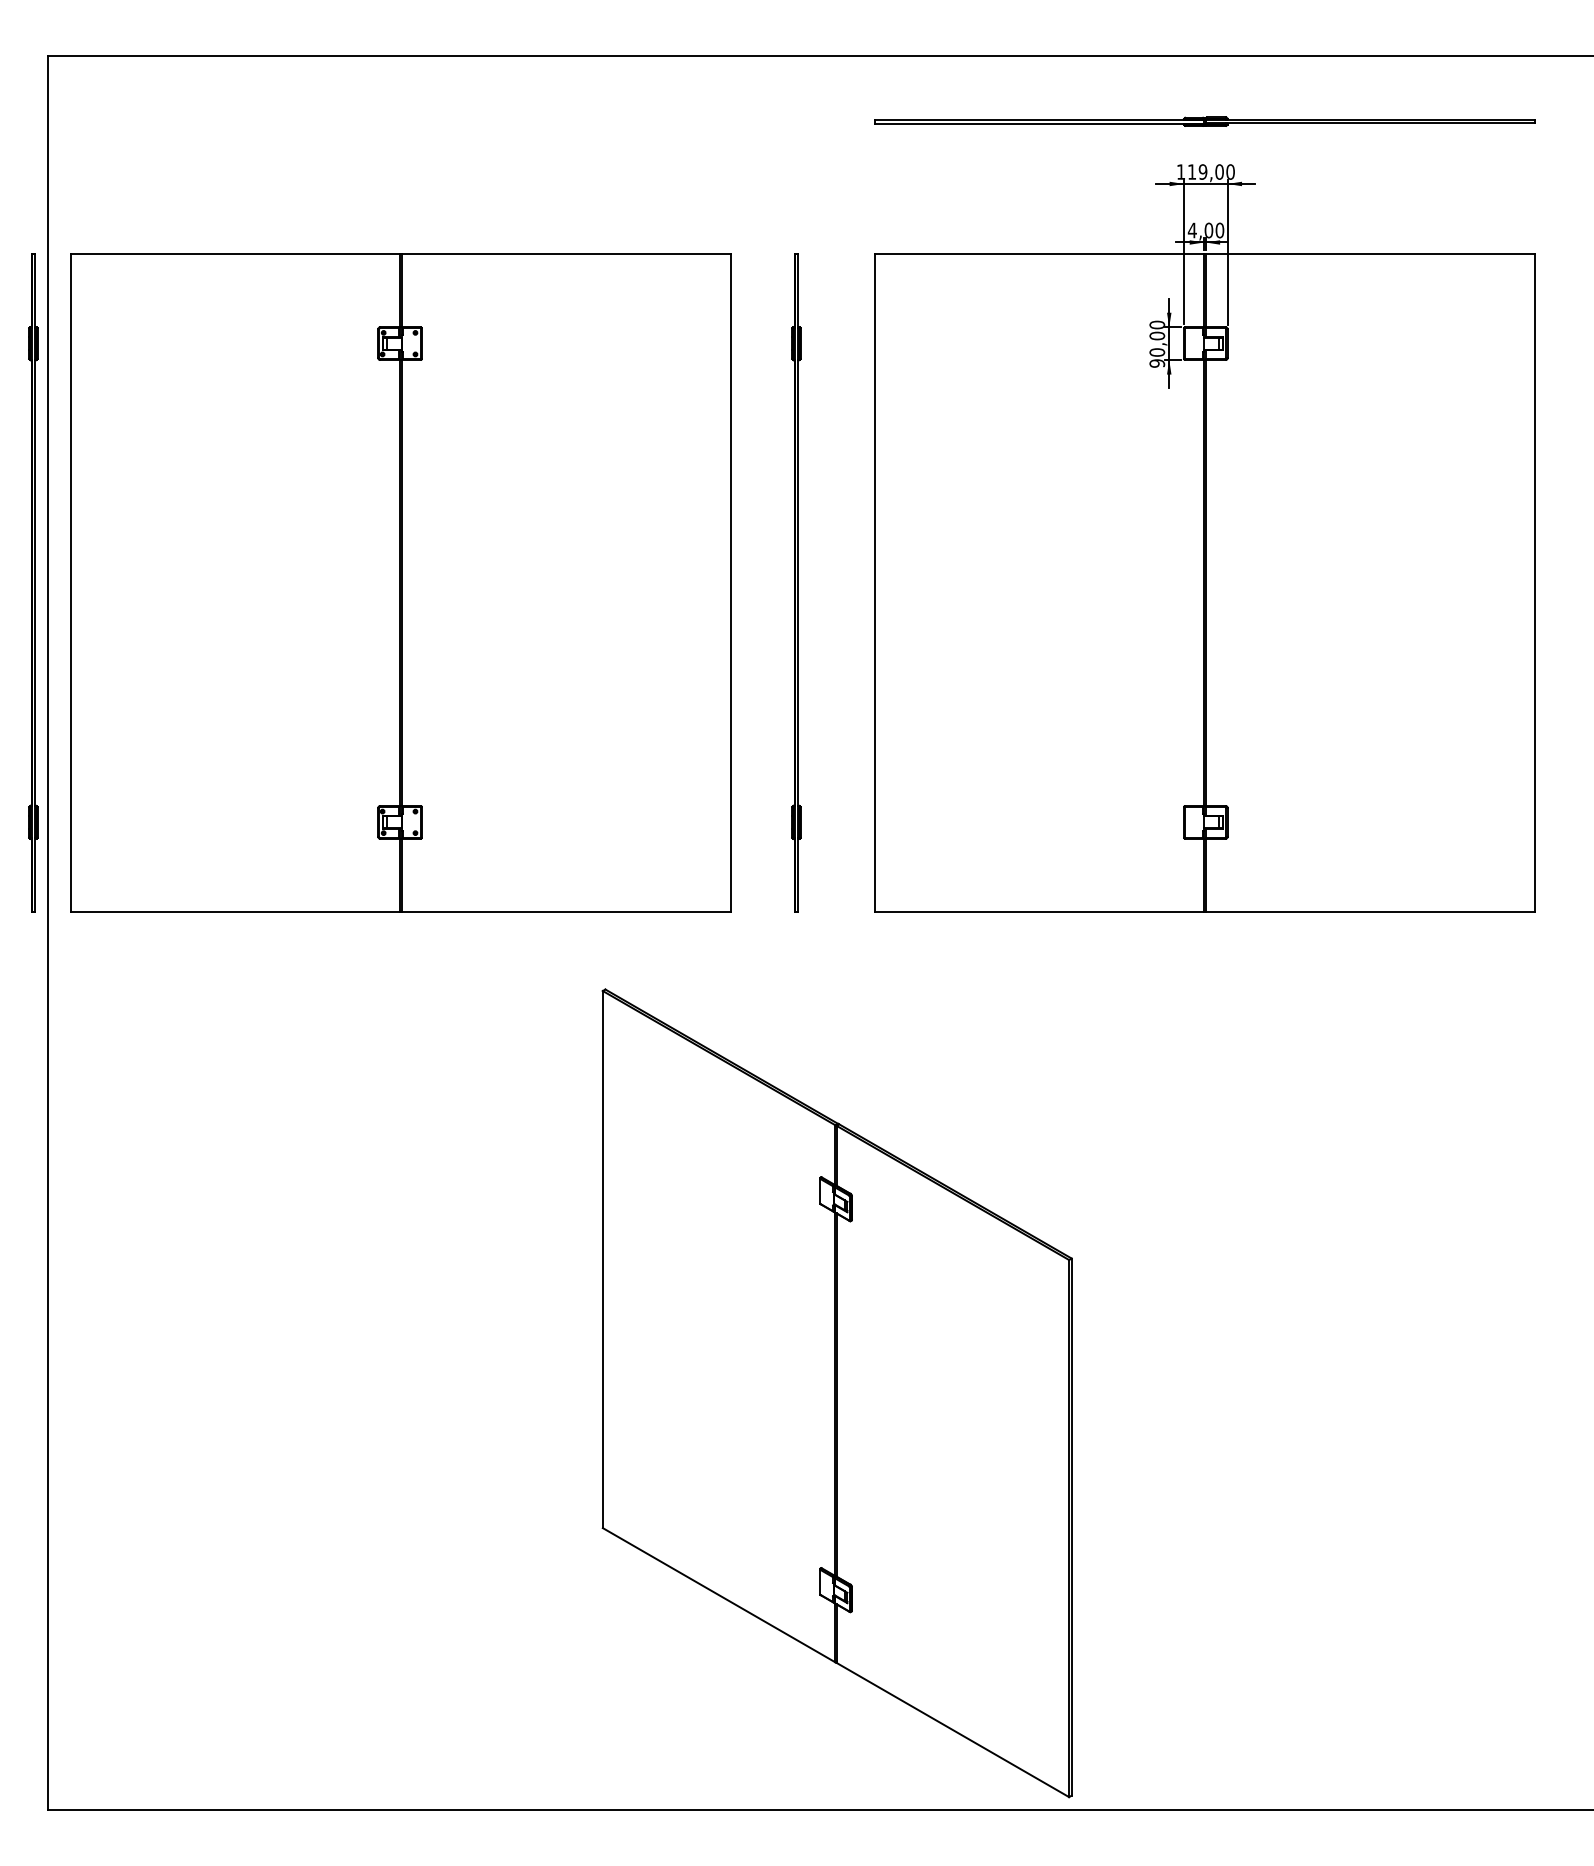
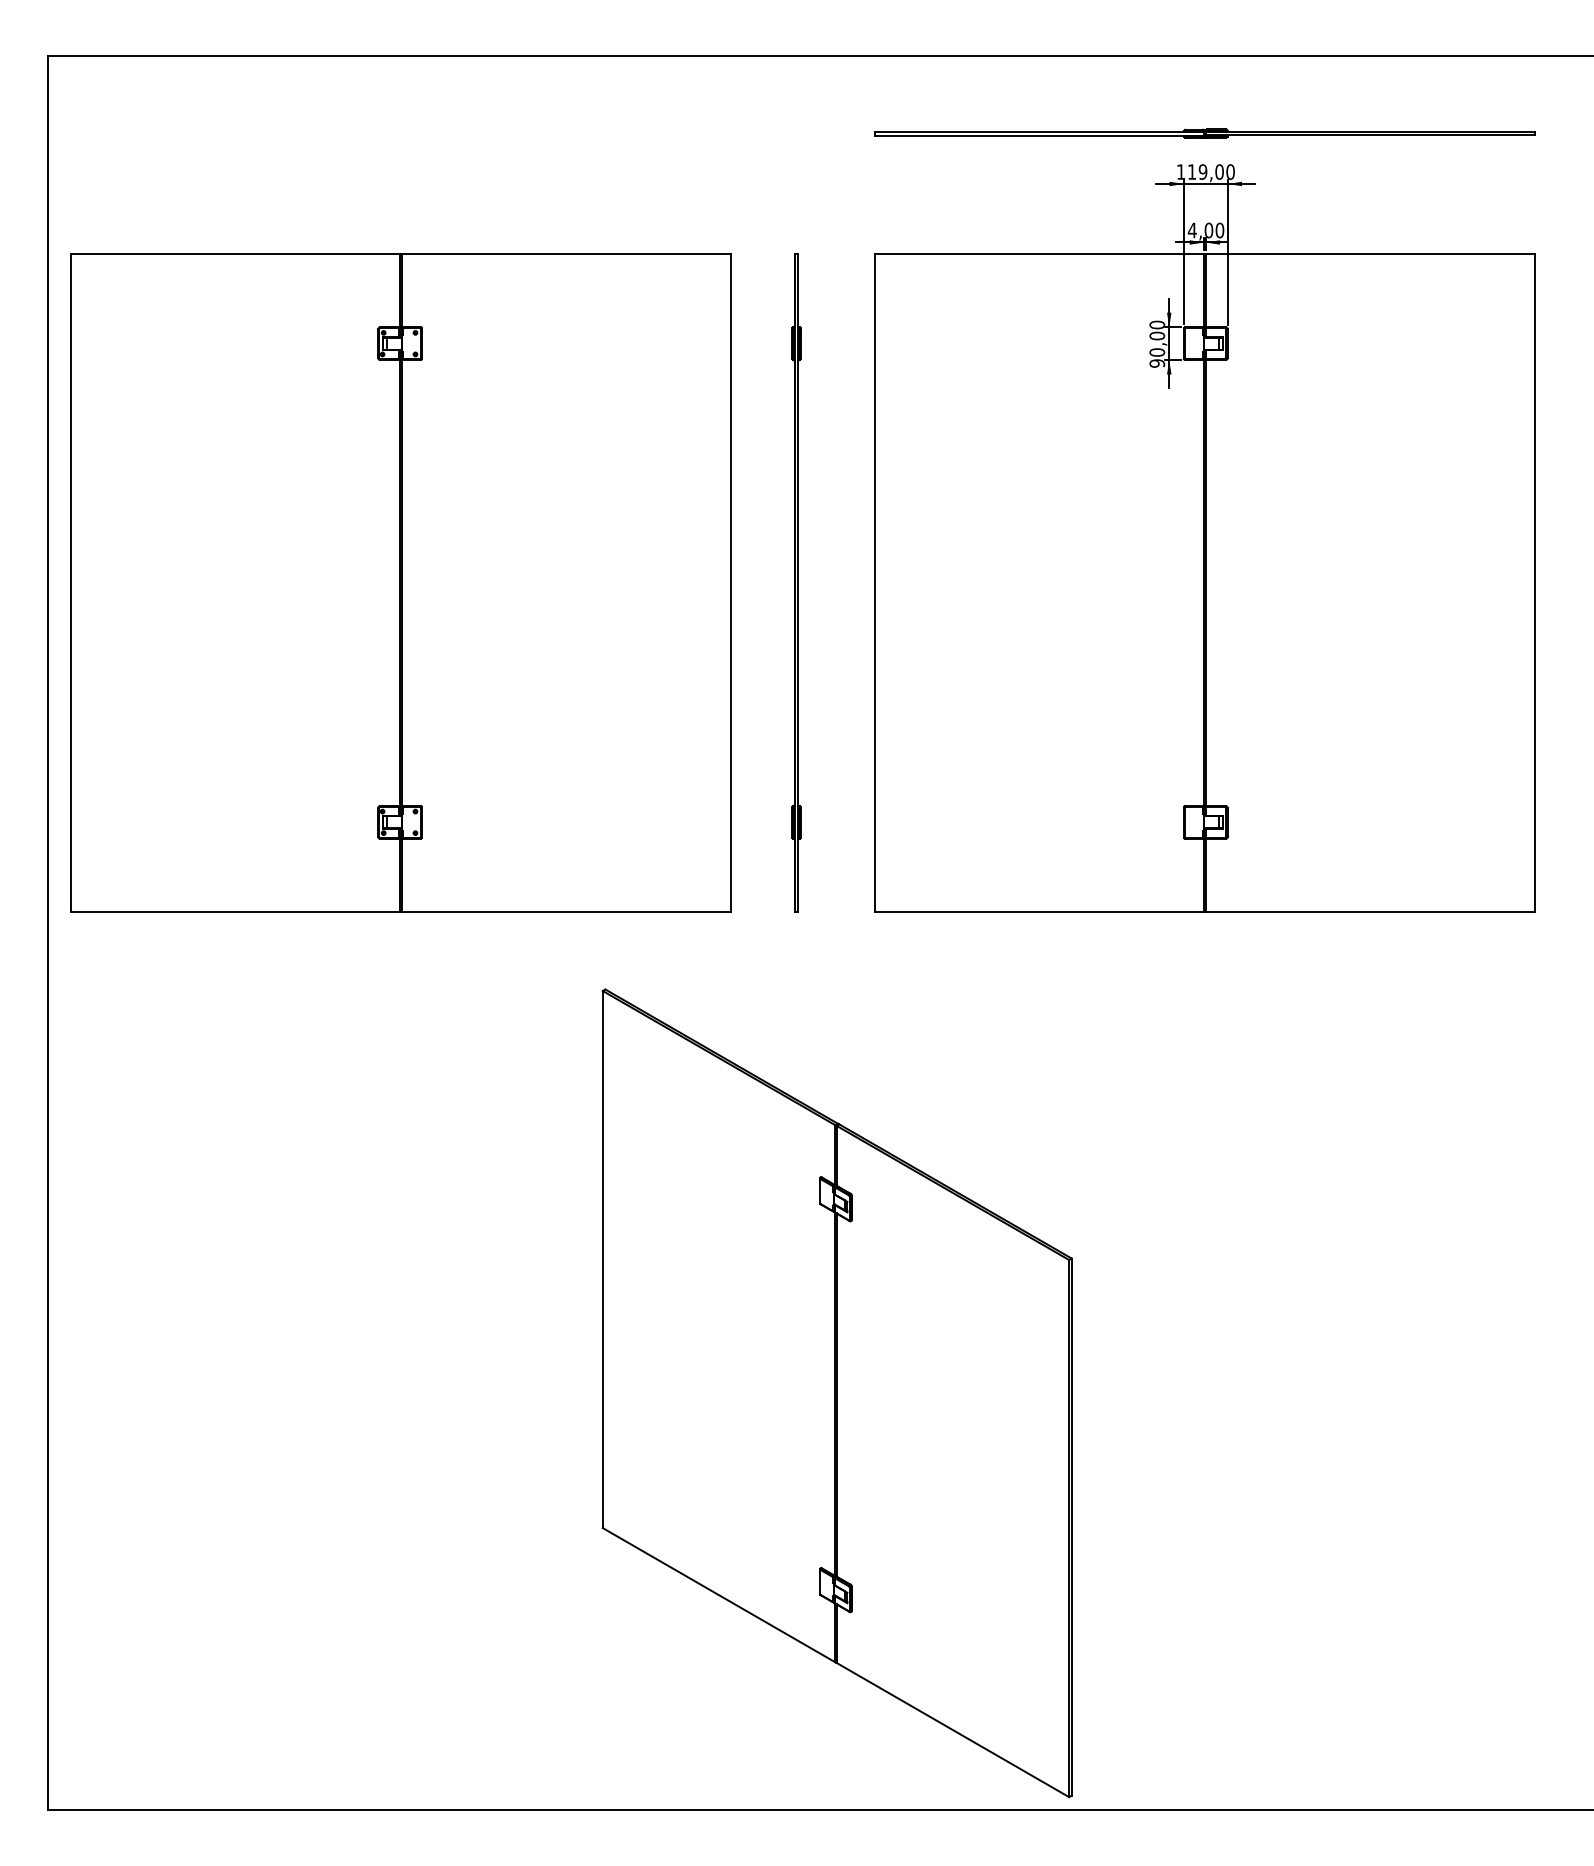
part at (1204, 121) position: (1204, 121) -> (1204, 133)
part at (33, 582): present -> none
